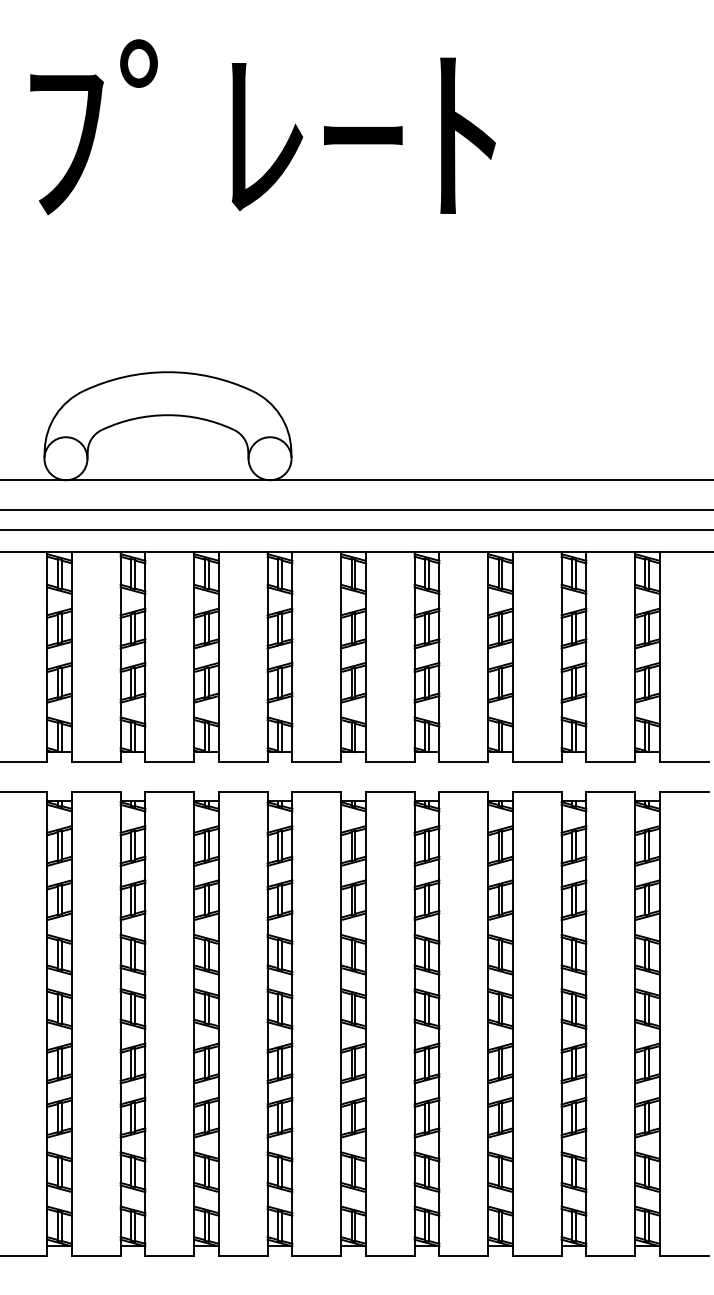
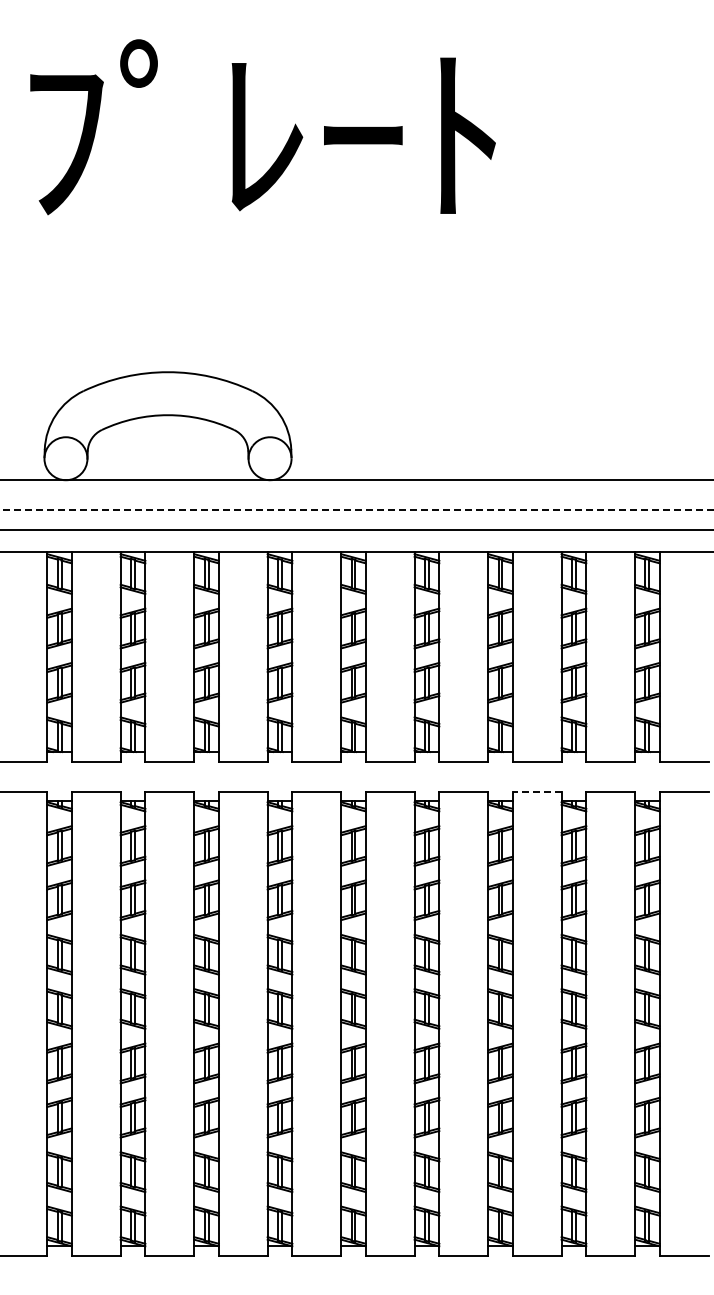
line at (356, 509): solid -> dashed
line at (536, 791): solid -> dashed
